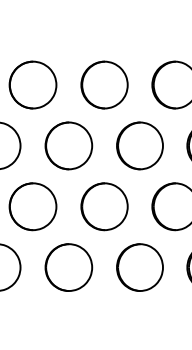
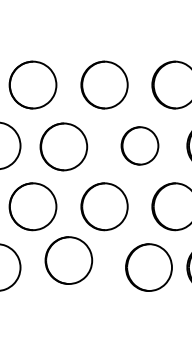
part at (68, 145) position: (68, 145) -> (63, 146)
part at (139, 145) size: 48x50 px -> 40x40 px
part at (68, 267) position: (68, 267) -> (68, 260)
part at (139, 267) position: (139, 267) -> (148, 267)
